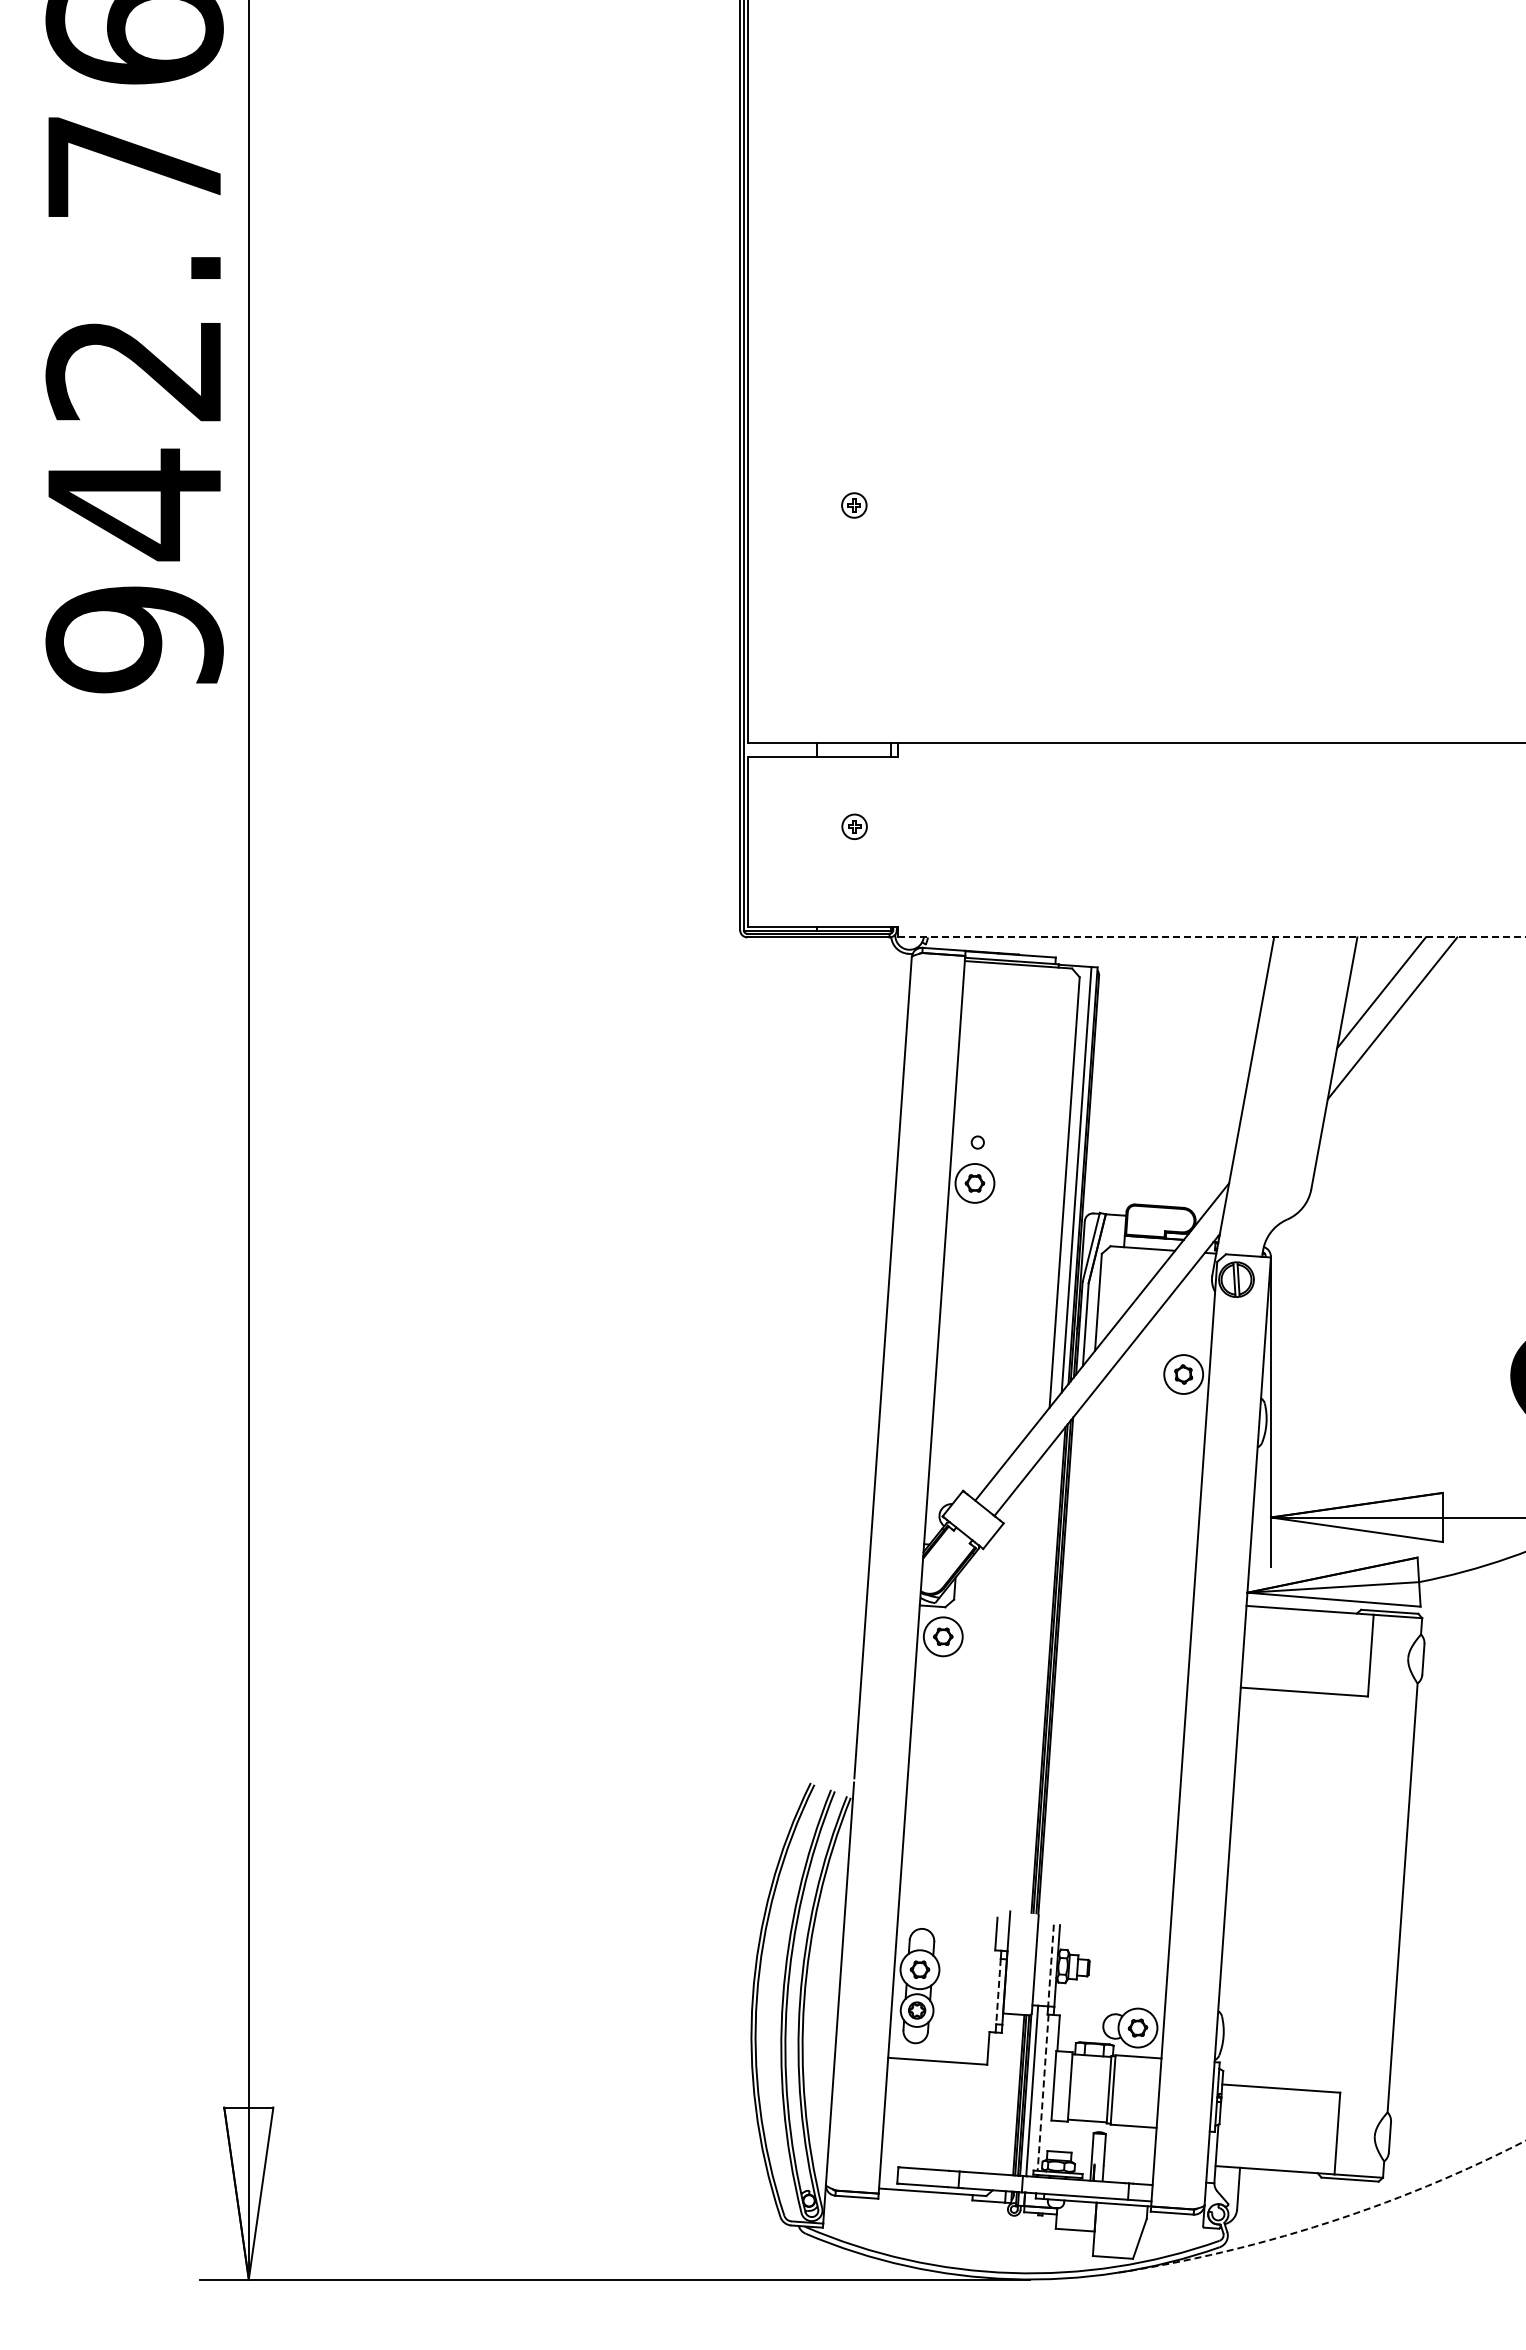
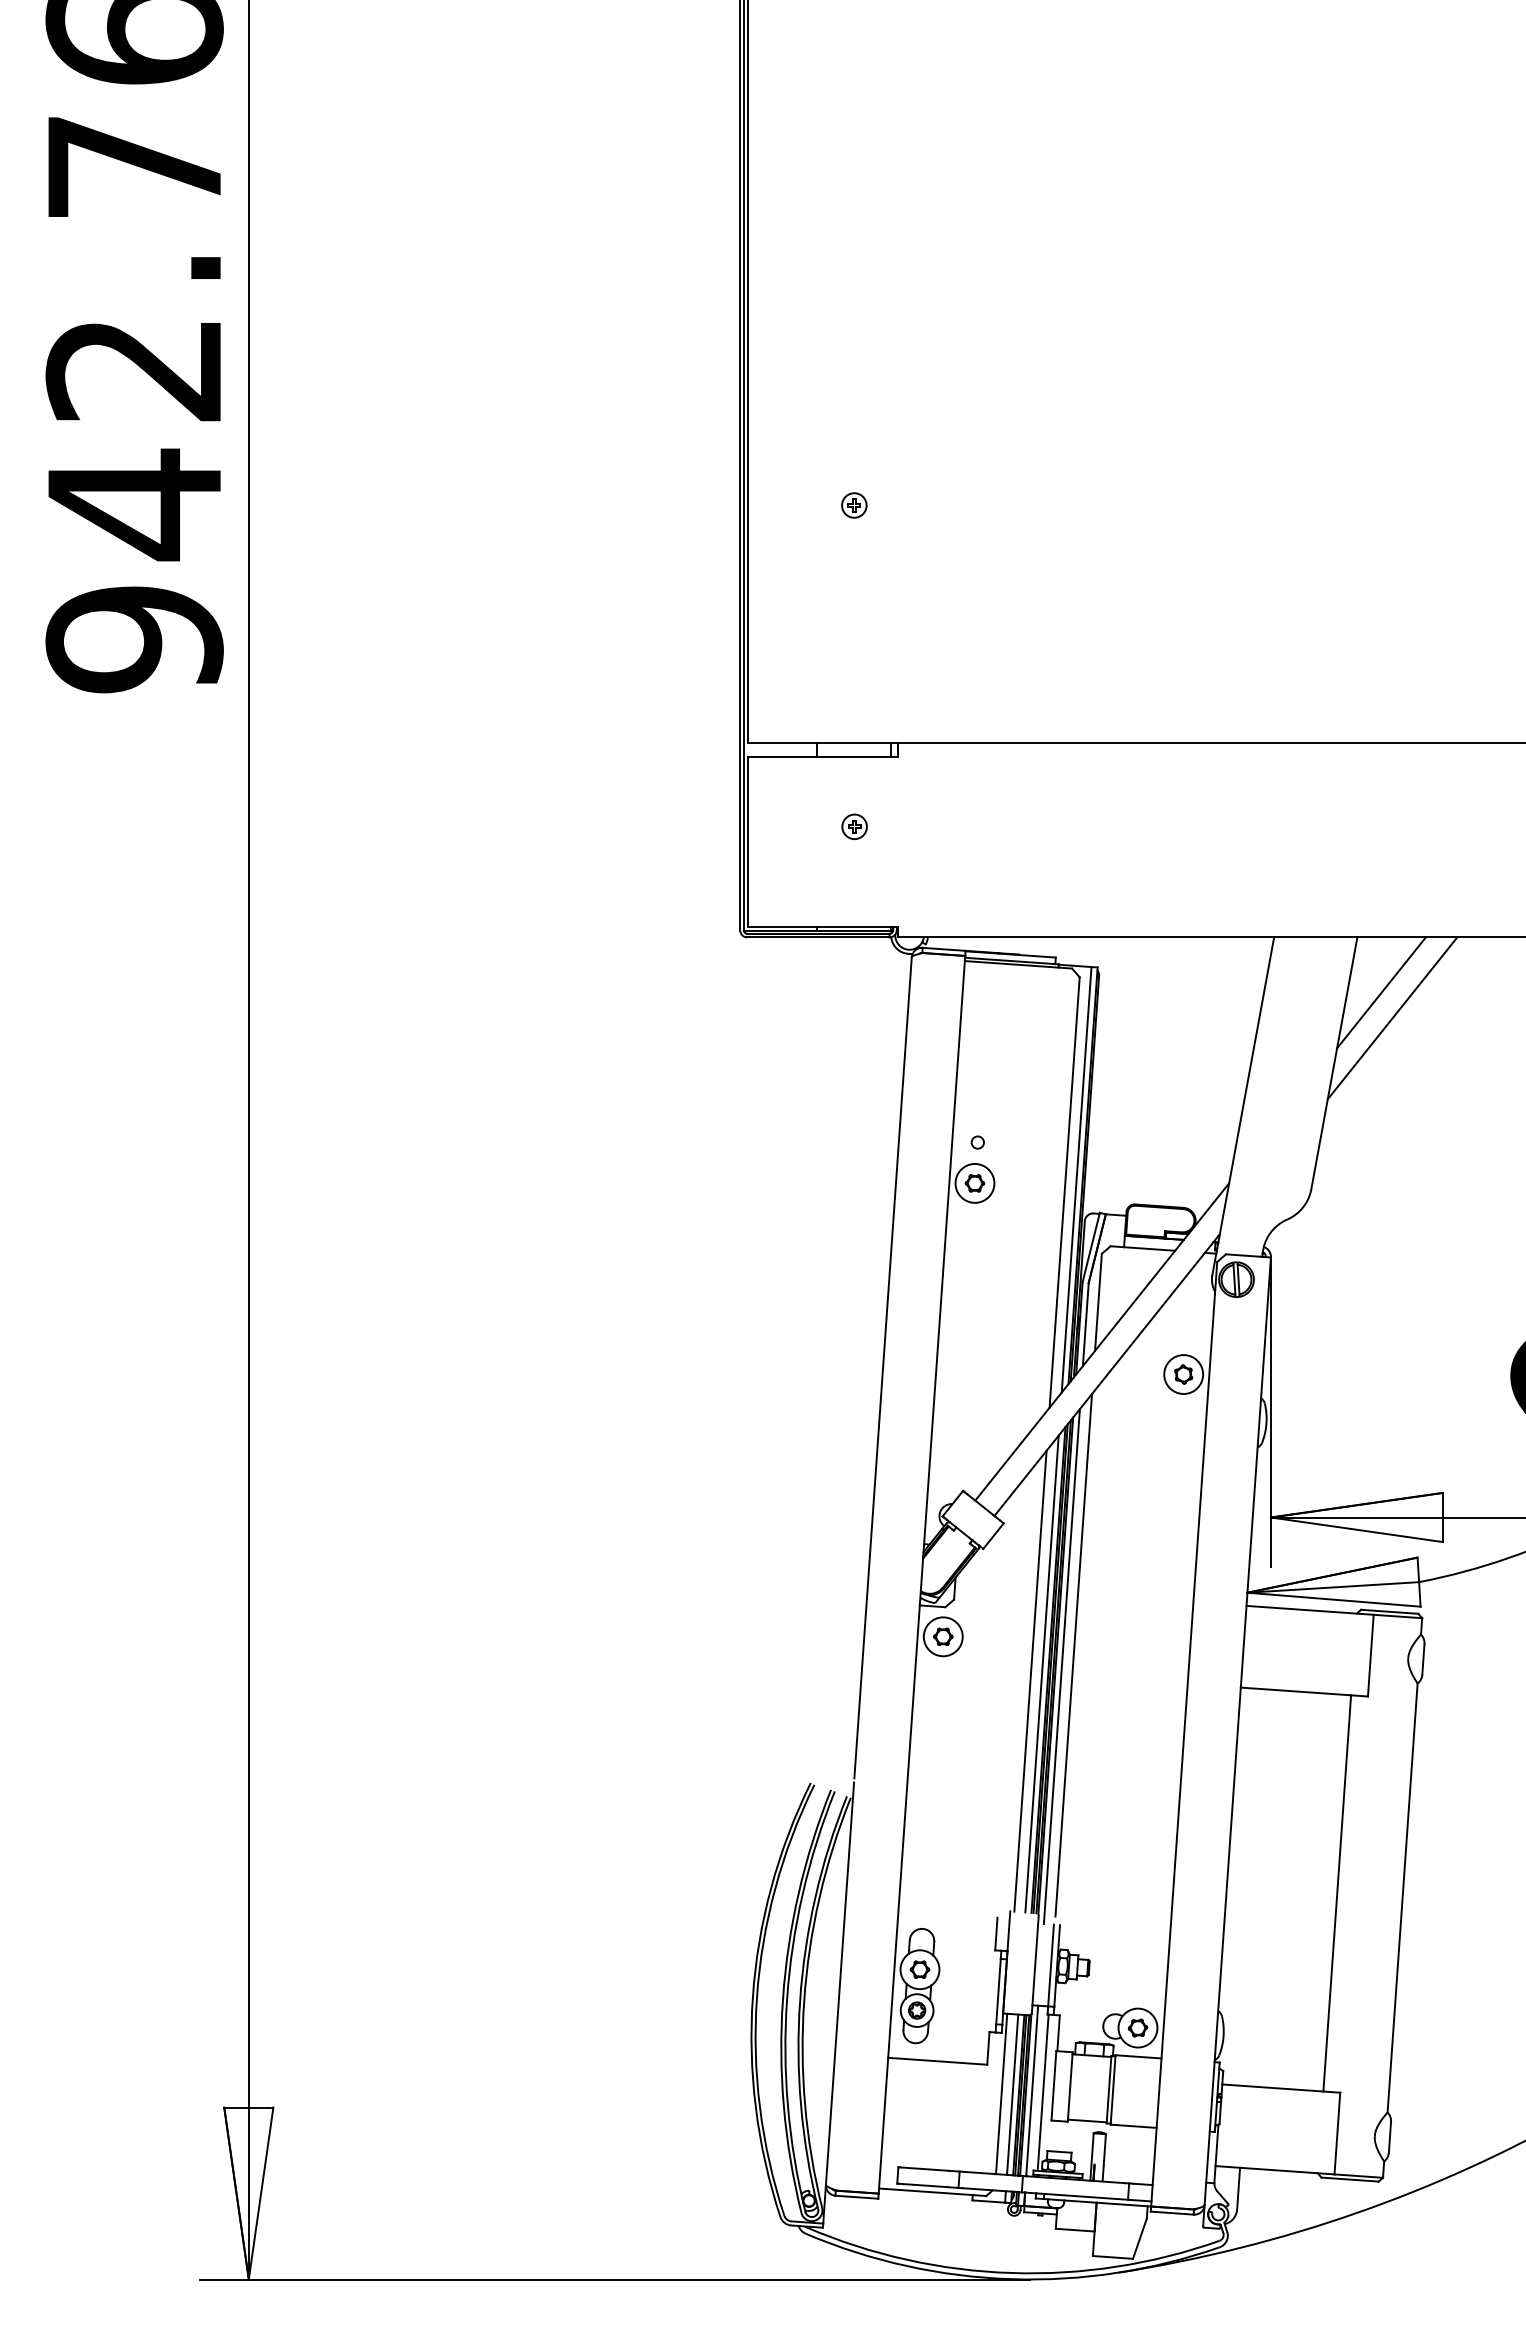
line at (1211, 937): dashed -> solid
line at (1073, 1654): none -> present
line at (1061, 1666): none -> present
line at (1041, 1673): none -> present
line at (1030, 1680): none -> present
line at (1337, 1893): none -> present
line at (1051, 1965): dashed -> solid
line at (998, 1991): dashed -> solid
line at (1001, 2093): none -> present
line at (1043, 2093): dashed -> solid
line at (1012, 2094): none -> present
arc at (1328, 2222): dashed -> solid
